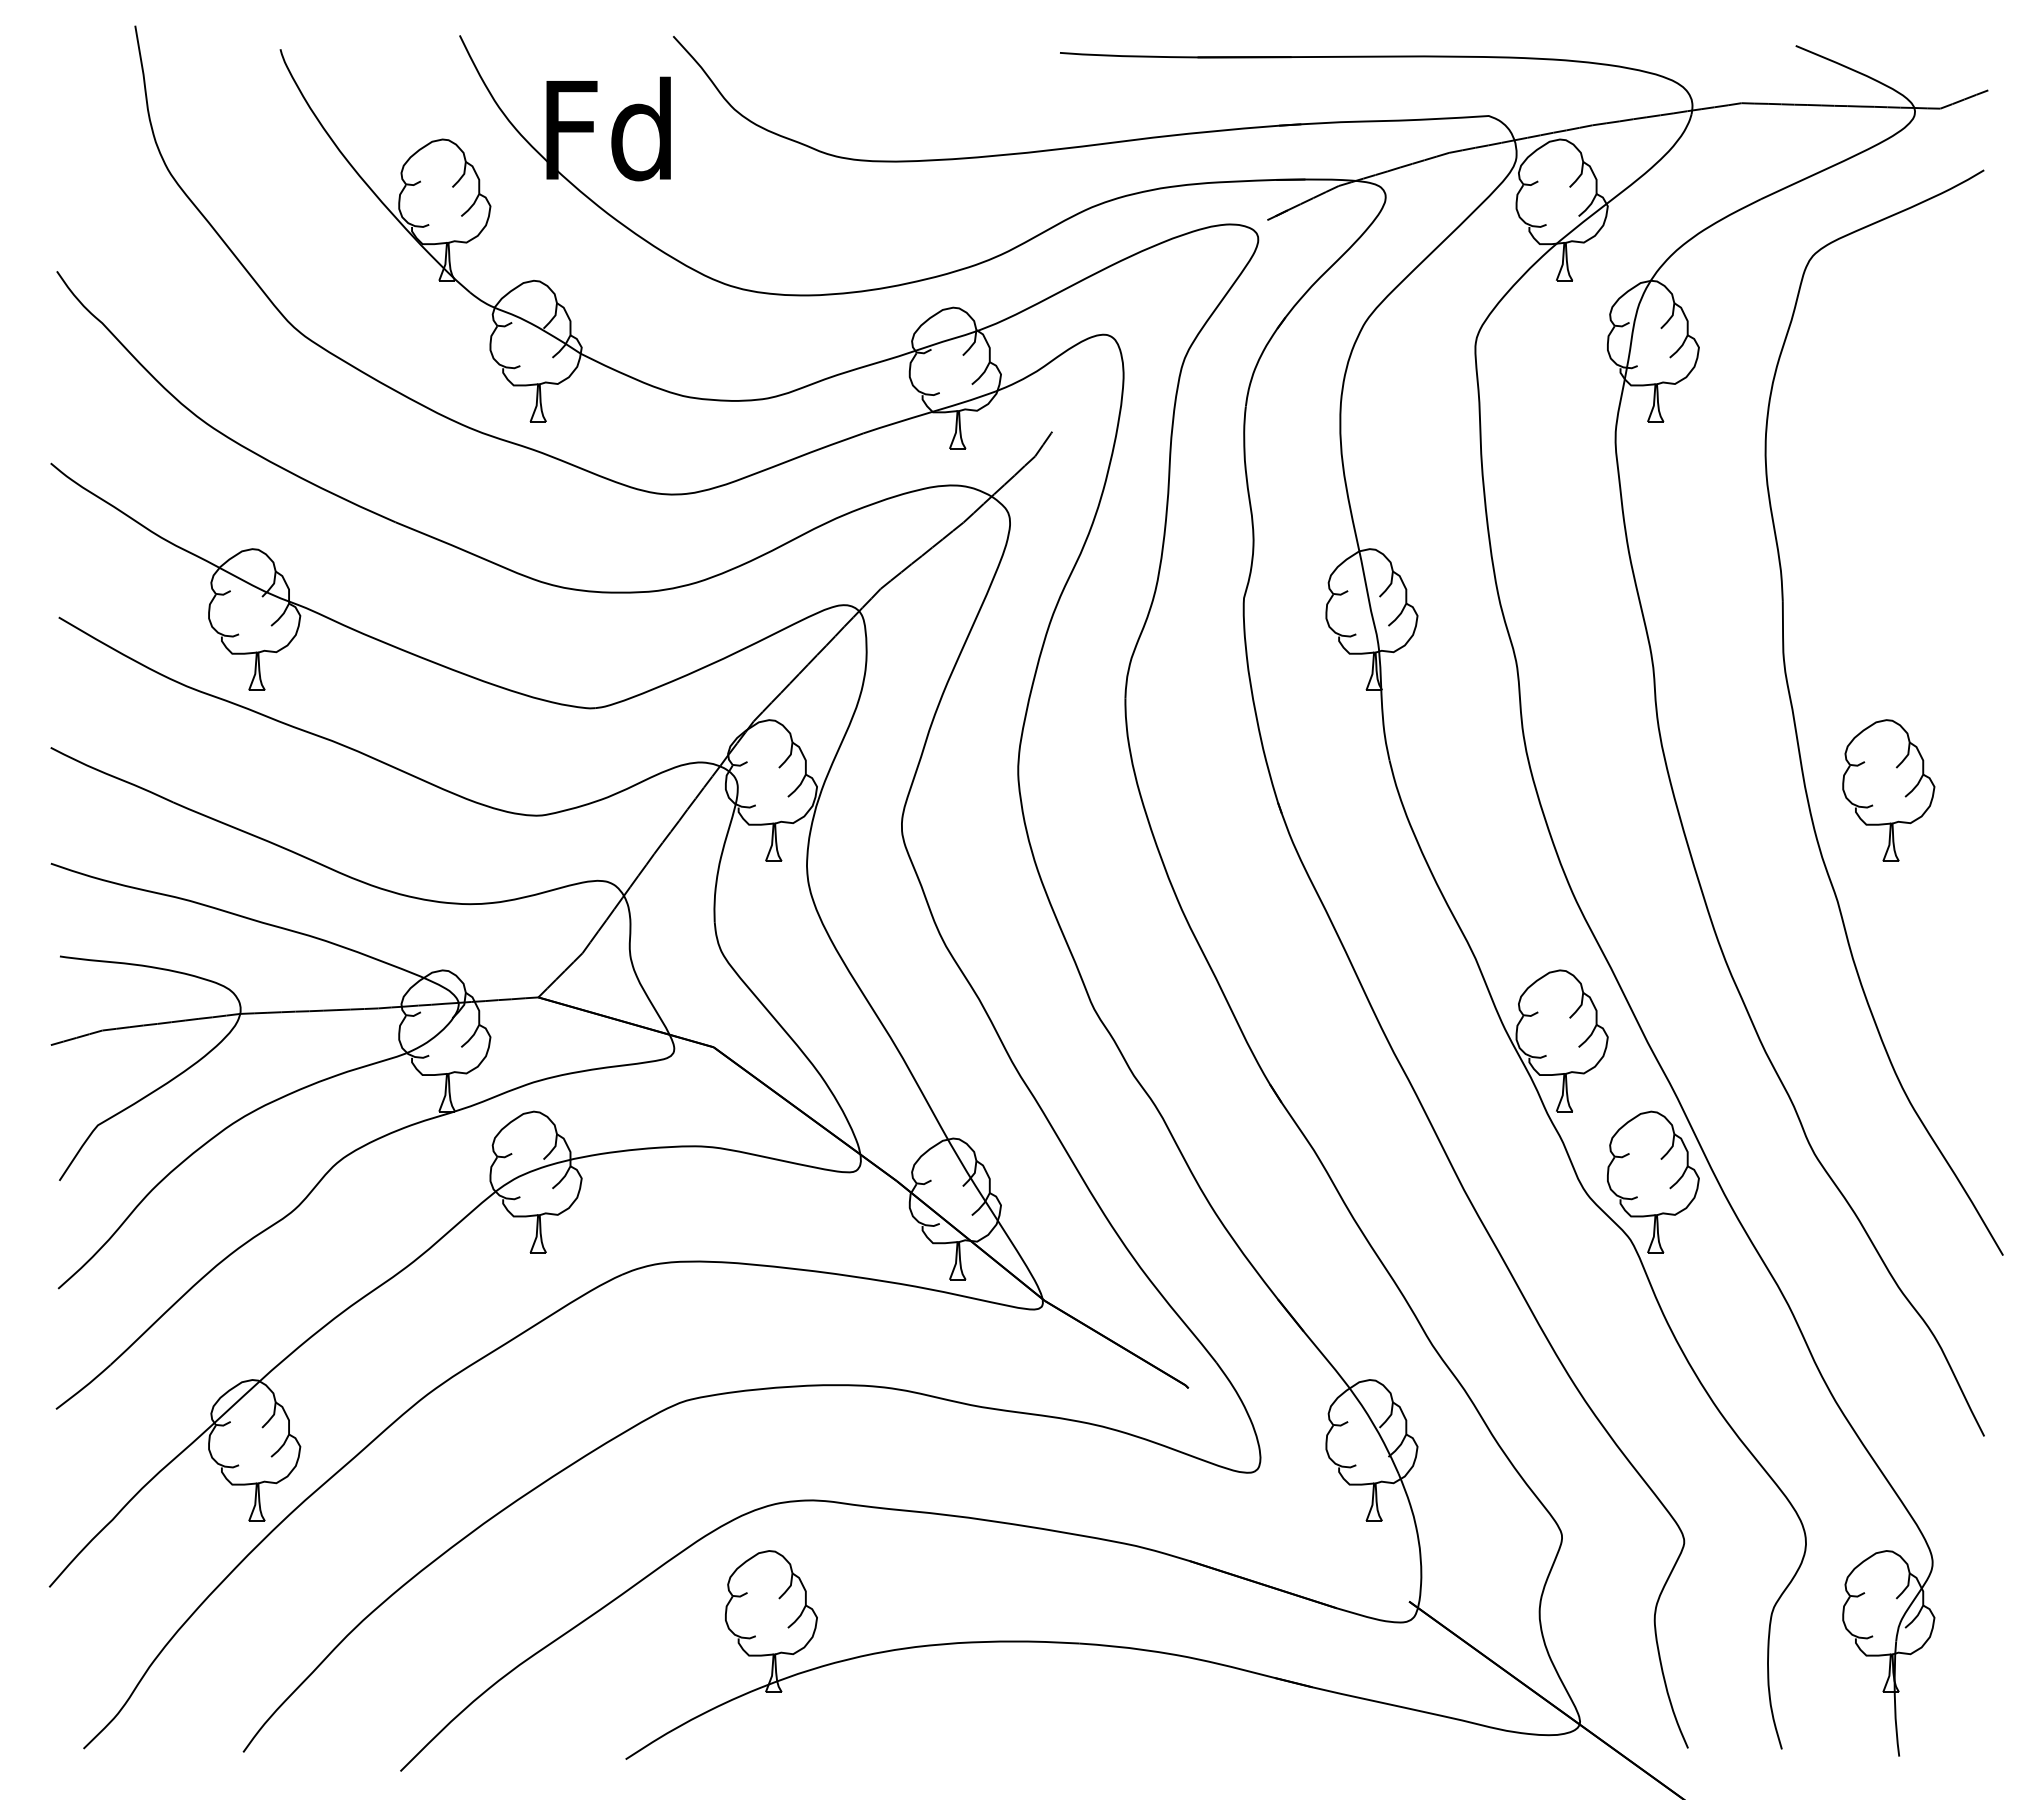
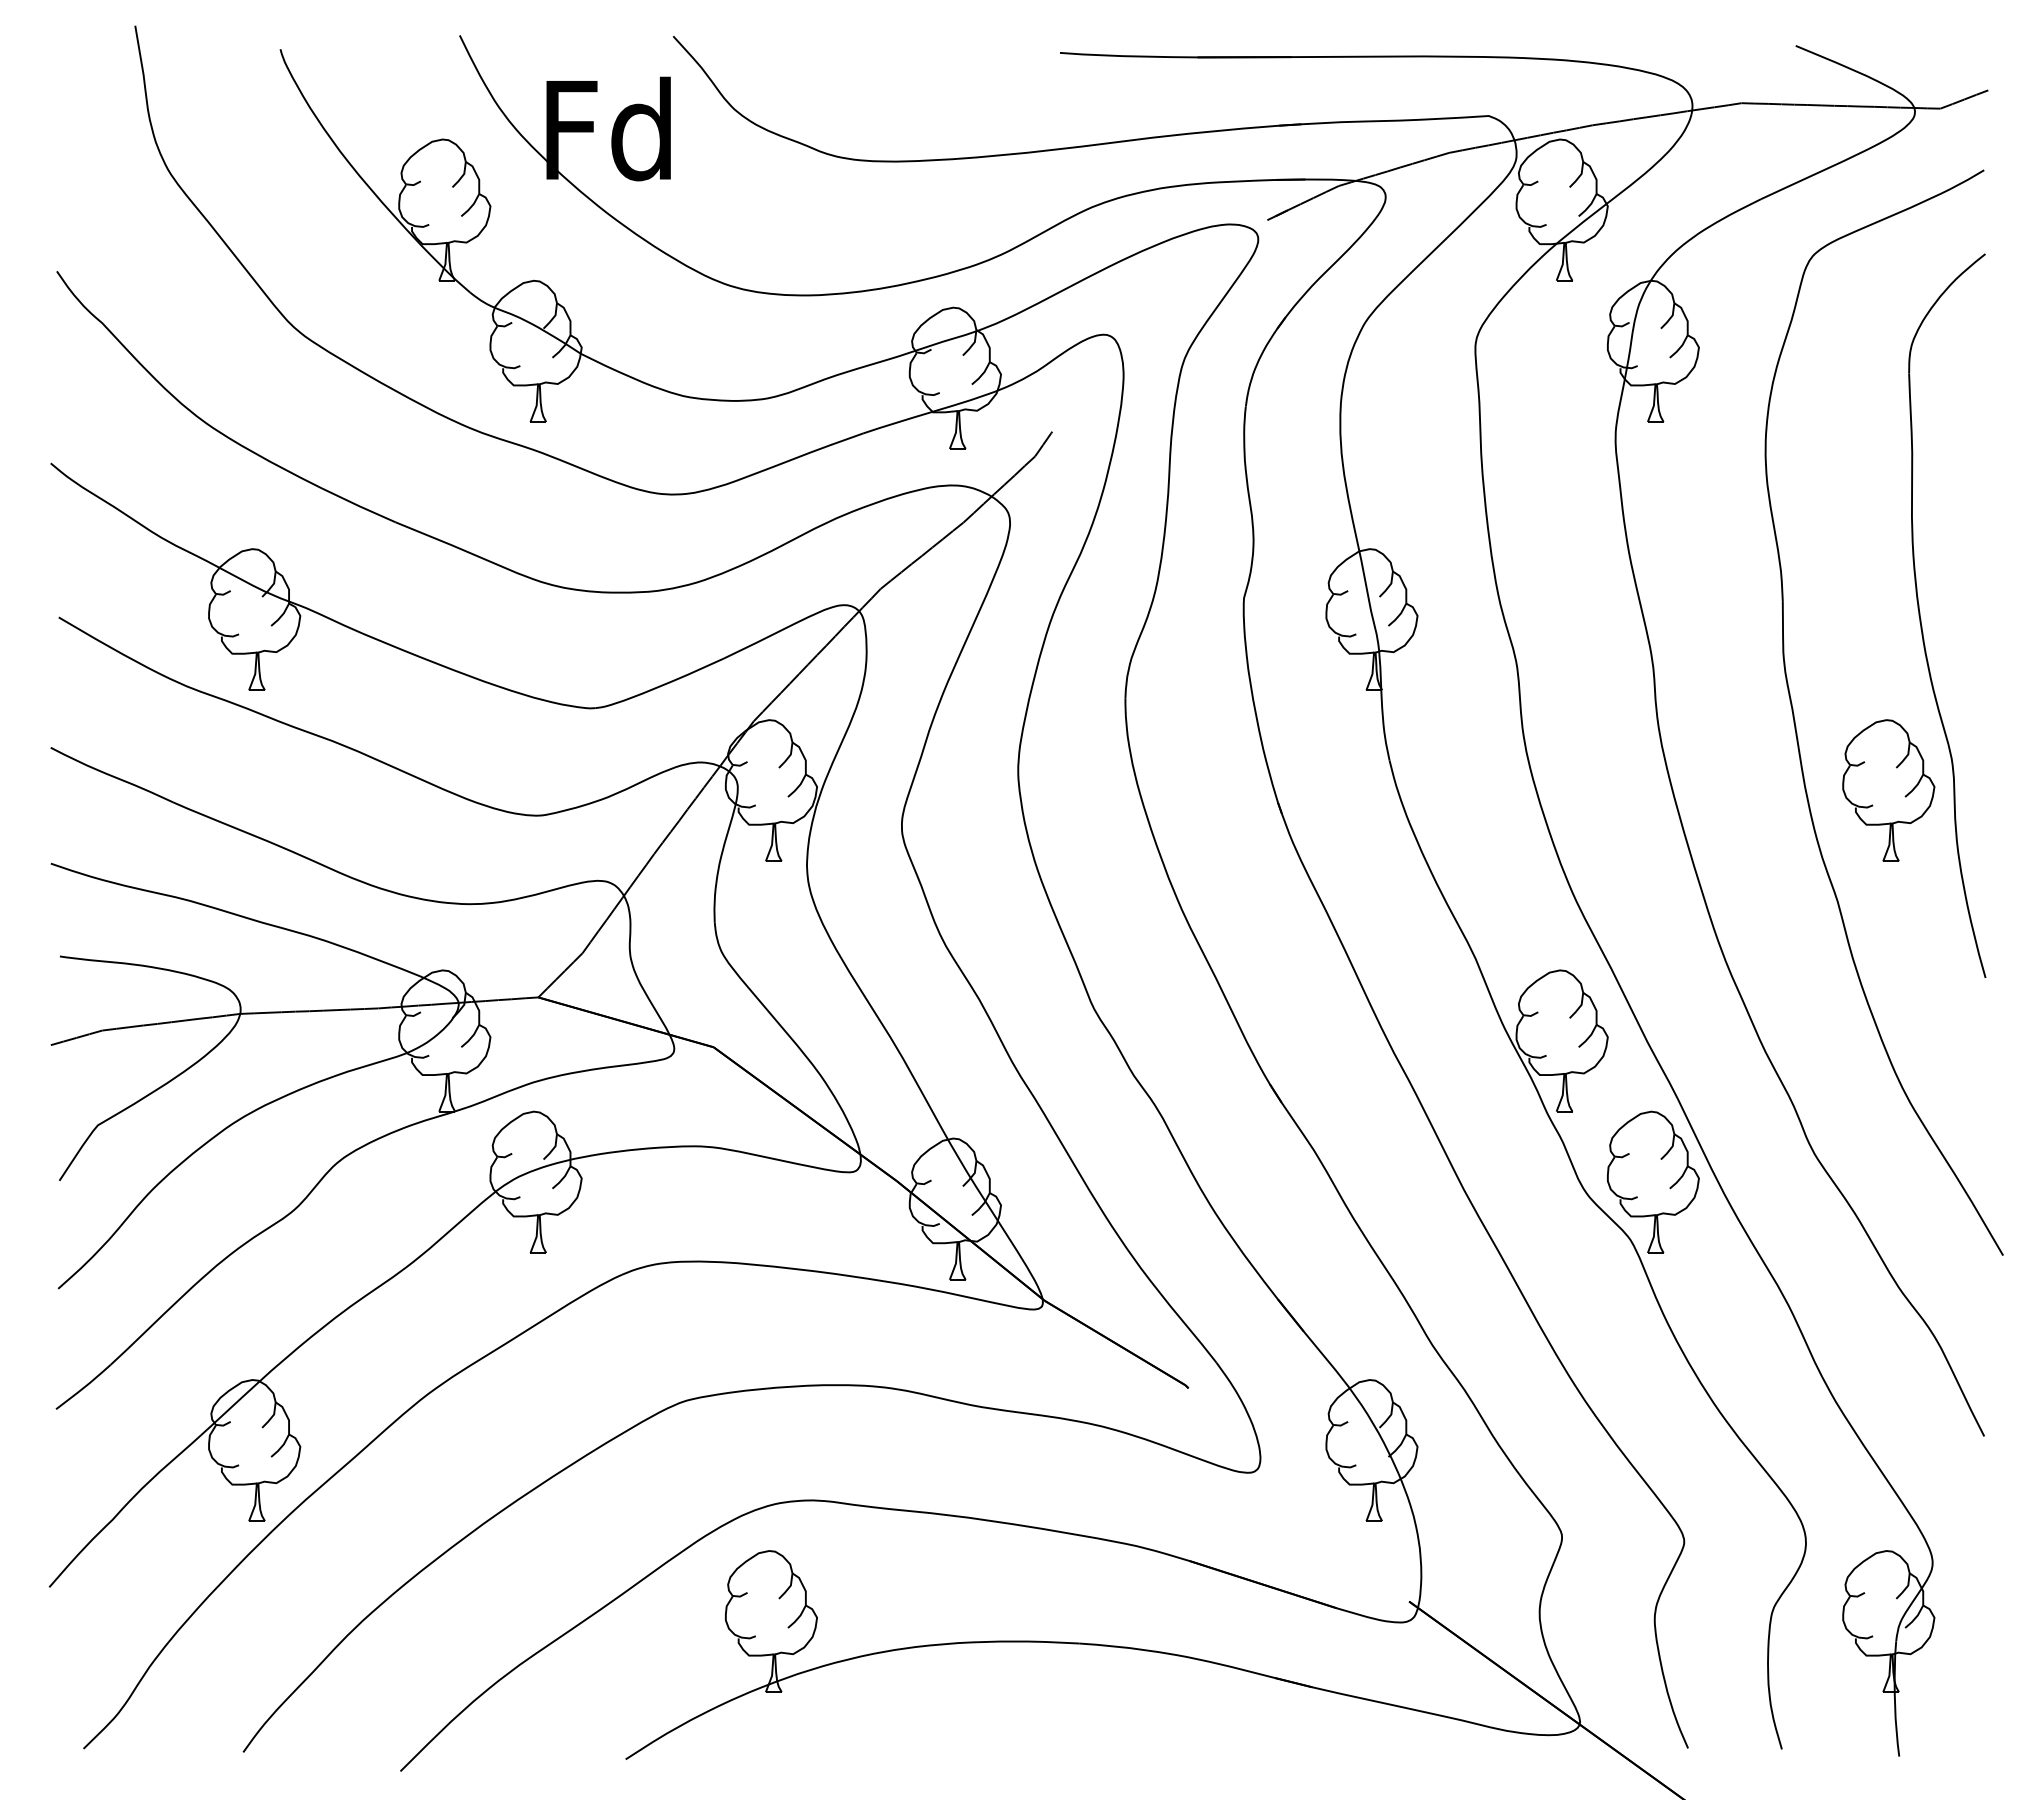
part at (1921, 619): none -> present
